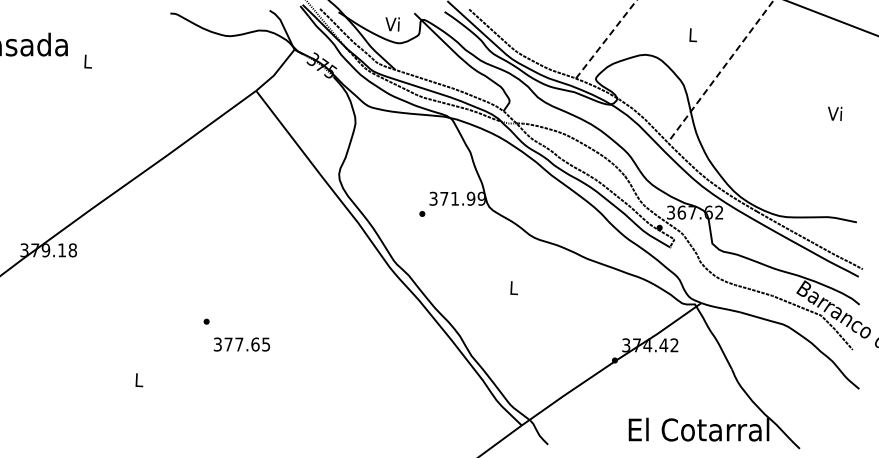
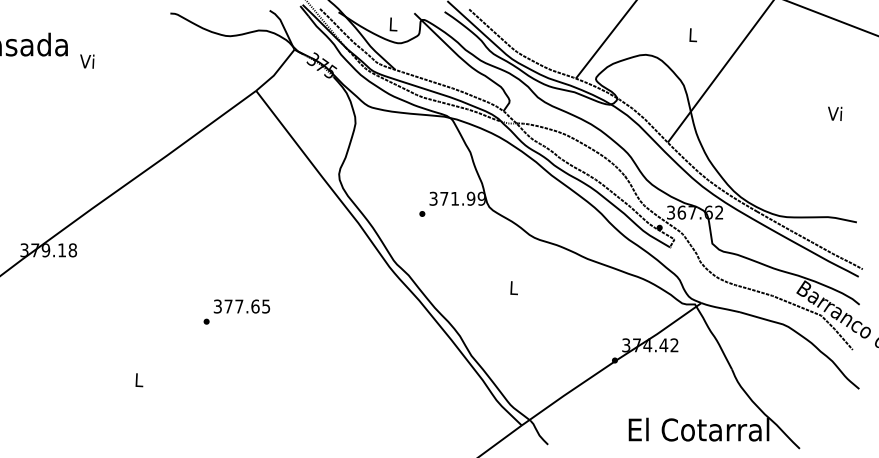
text at (392, 24): Vi -> L
line at (606, 39): dashed -> solid
text at (87, 61): L -> Vi
line at (720, 71): dashed -> solid
text at (241, 344) position: (241, 344) -> (241, 306)
